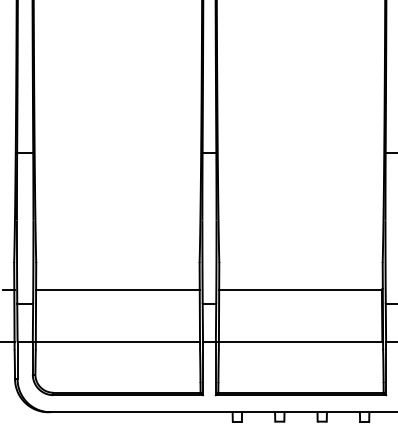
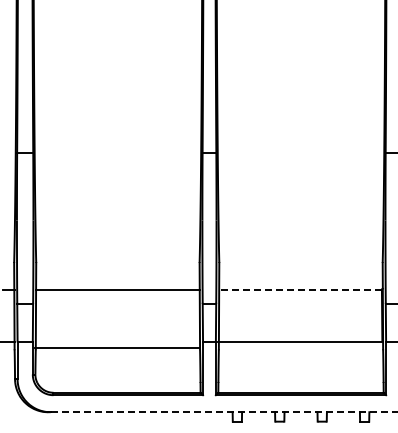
line at (300, 289): solid -> dashed
line at (117, 341) position: (117, 341) -> (117, 347)
line at (224, 412): solid -> dashed
